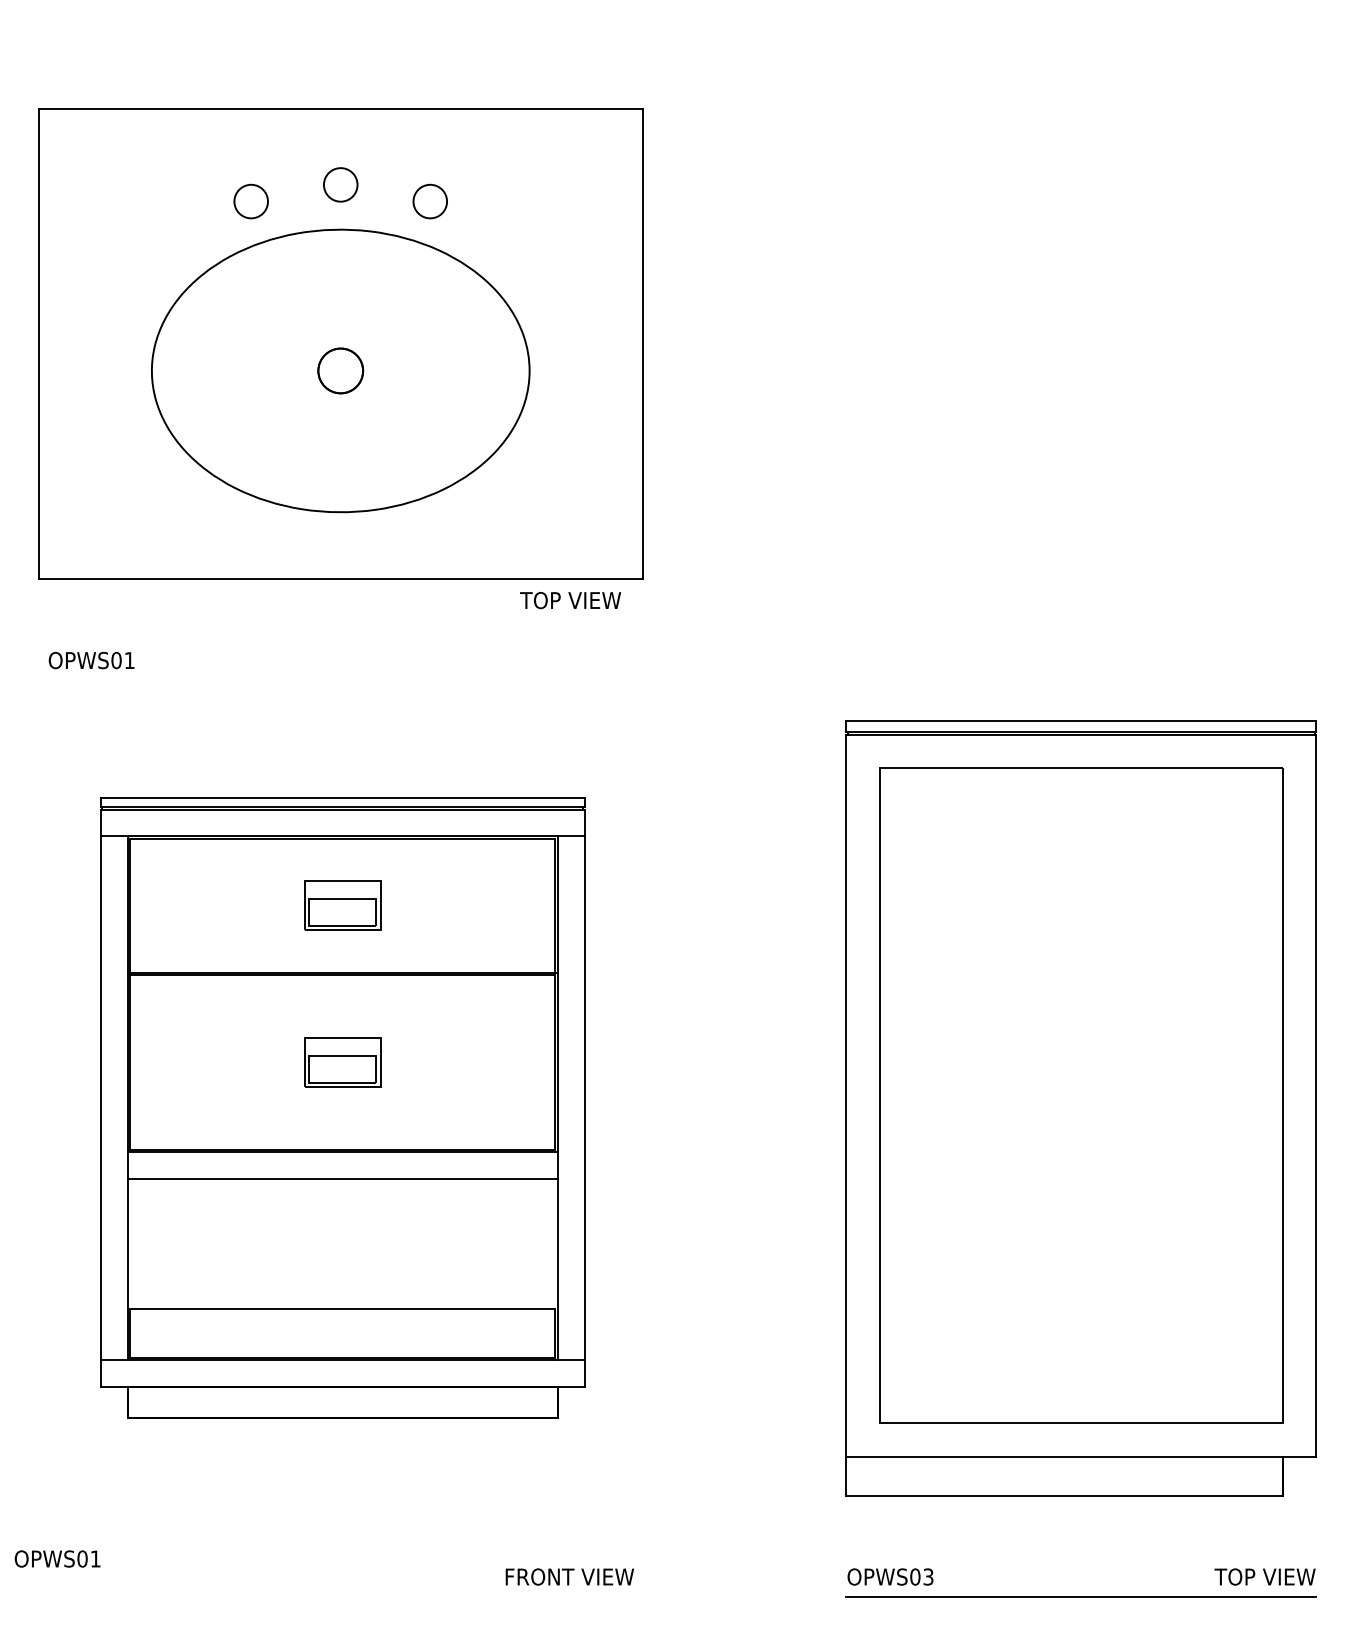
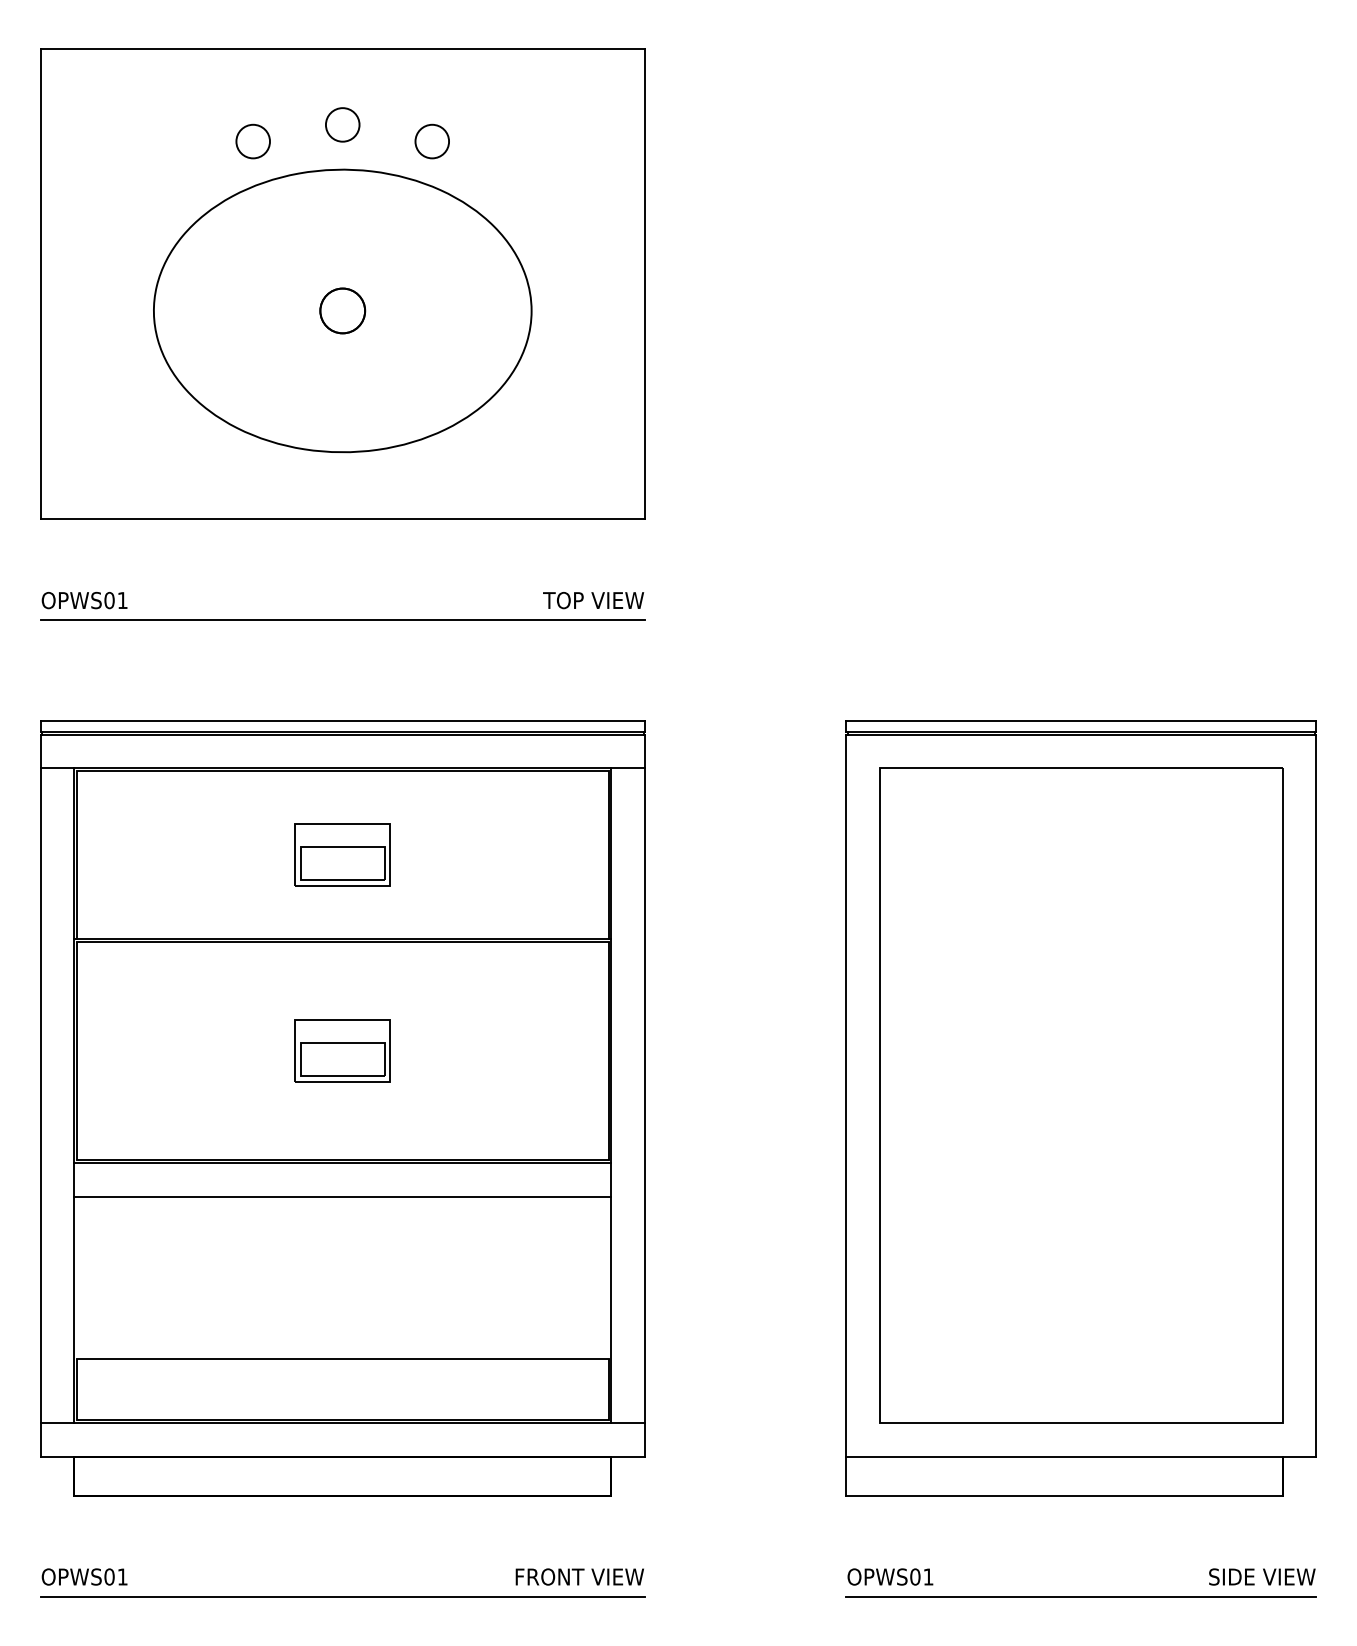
part at (340, 343) position: (340, 343) -> (342, 283)
text at (570, 600) position: (570, 600) -> (593, 600)
line at (342, 620): none -> present
text at (91, 660) position: (91, 660) -> (84, 600)
part at (342, 1107) size: 486x622 px -> 606x777 px
text at (57, 1558) position: (57, 1558) -> (84, 1576)
text at (569, 1576) position: (569, 1576) -> (579, 1576)
text at (928, 1576): OPWS03 -> OPWS01
text at (1232, 1576): TOP VIEW -> SIDE VIEW
line at (342, 1596): none -> present
